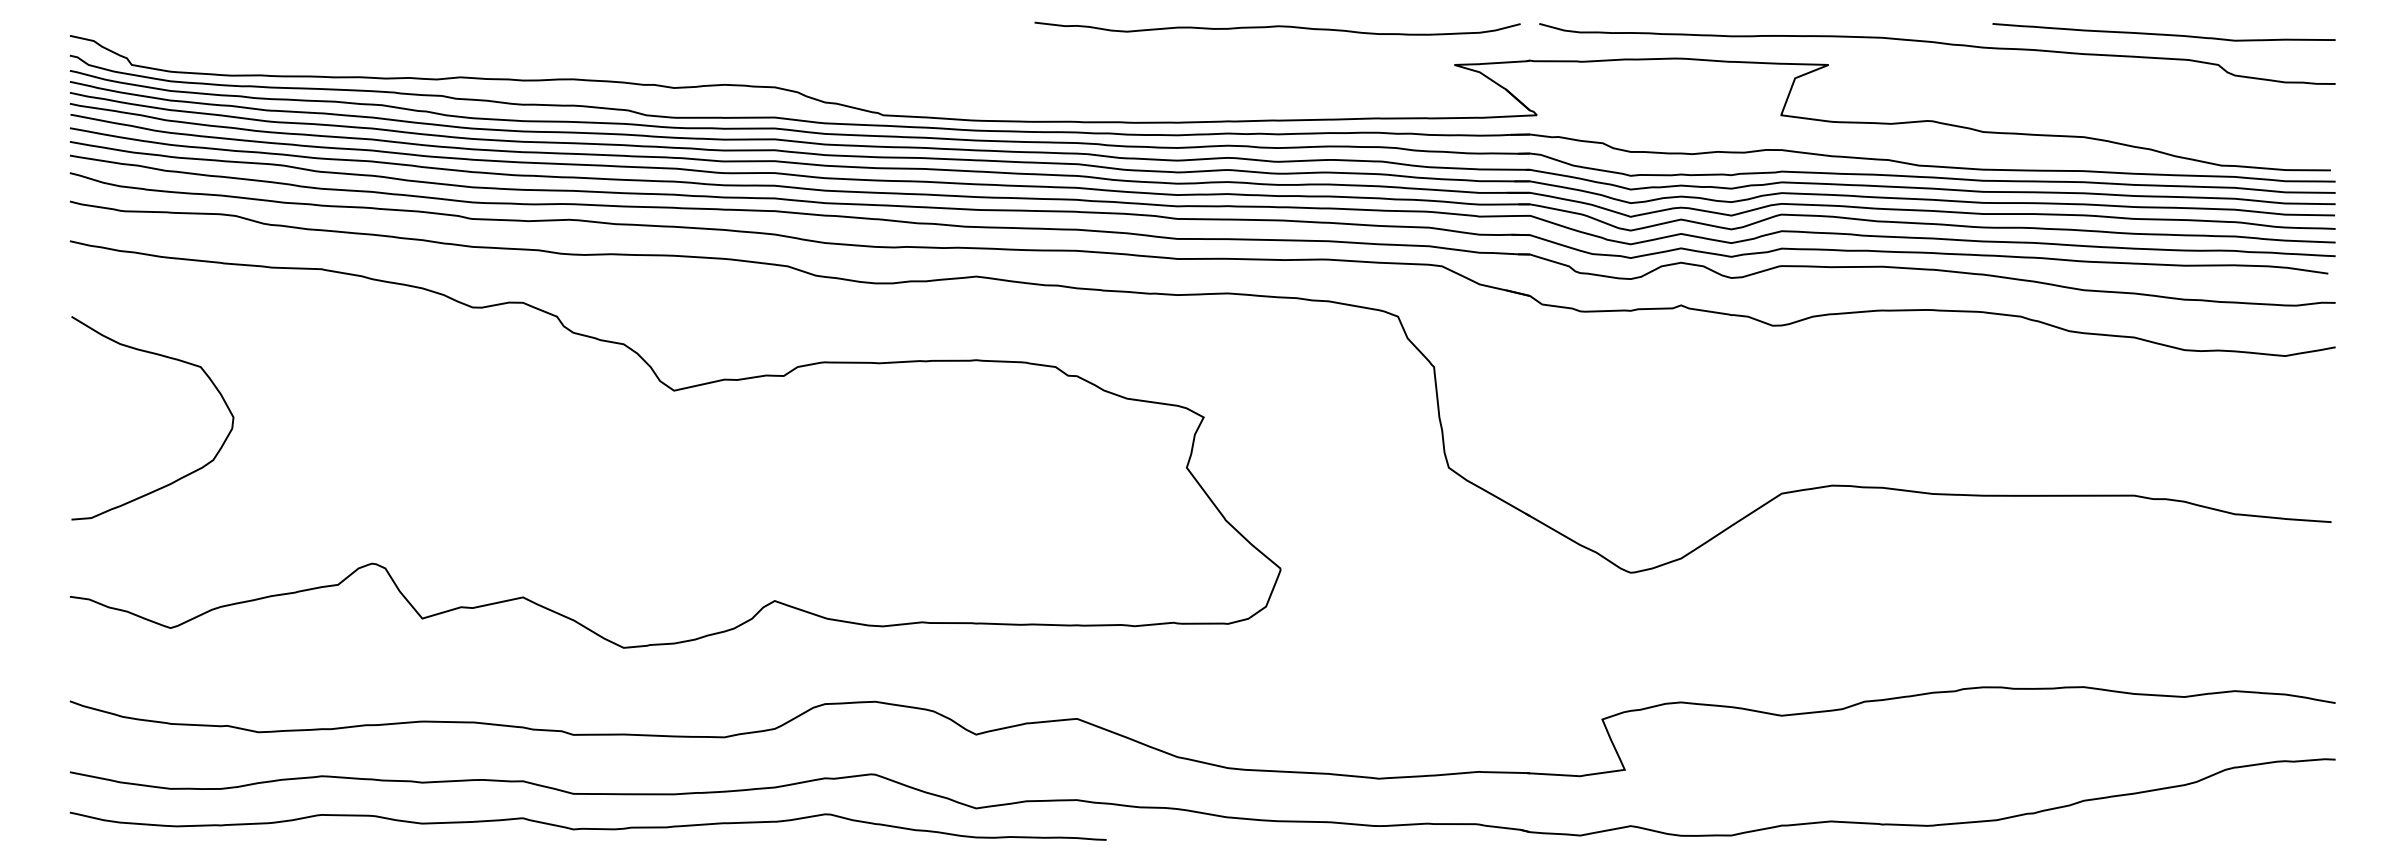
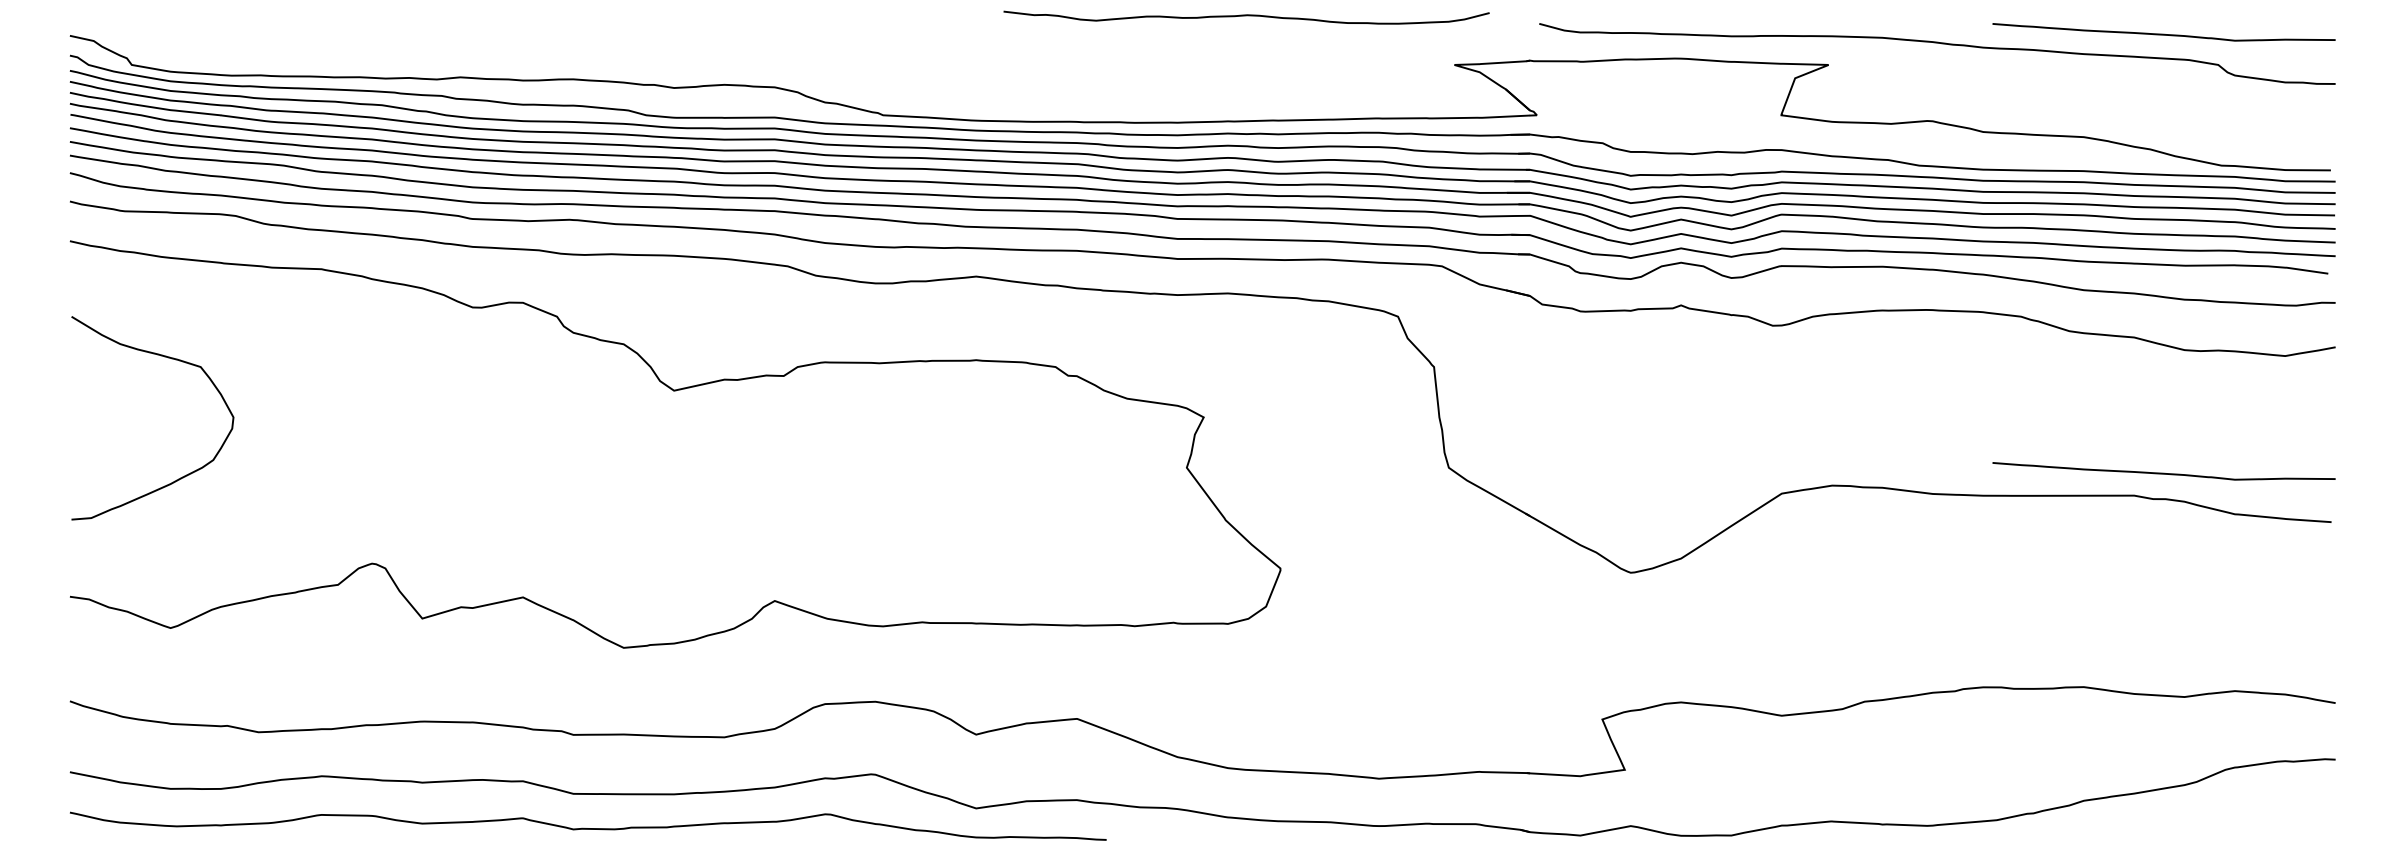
curve at (1277, 27) position: (1277, 27) -> (1246, 16)
curve at (2163, 472): none -> present
